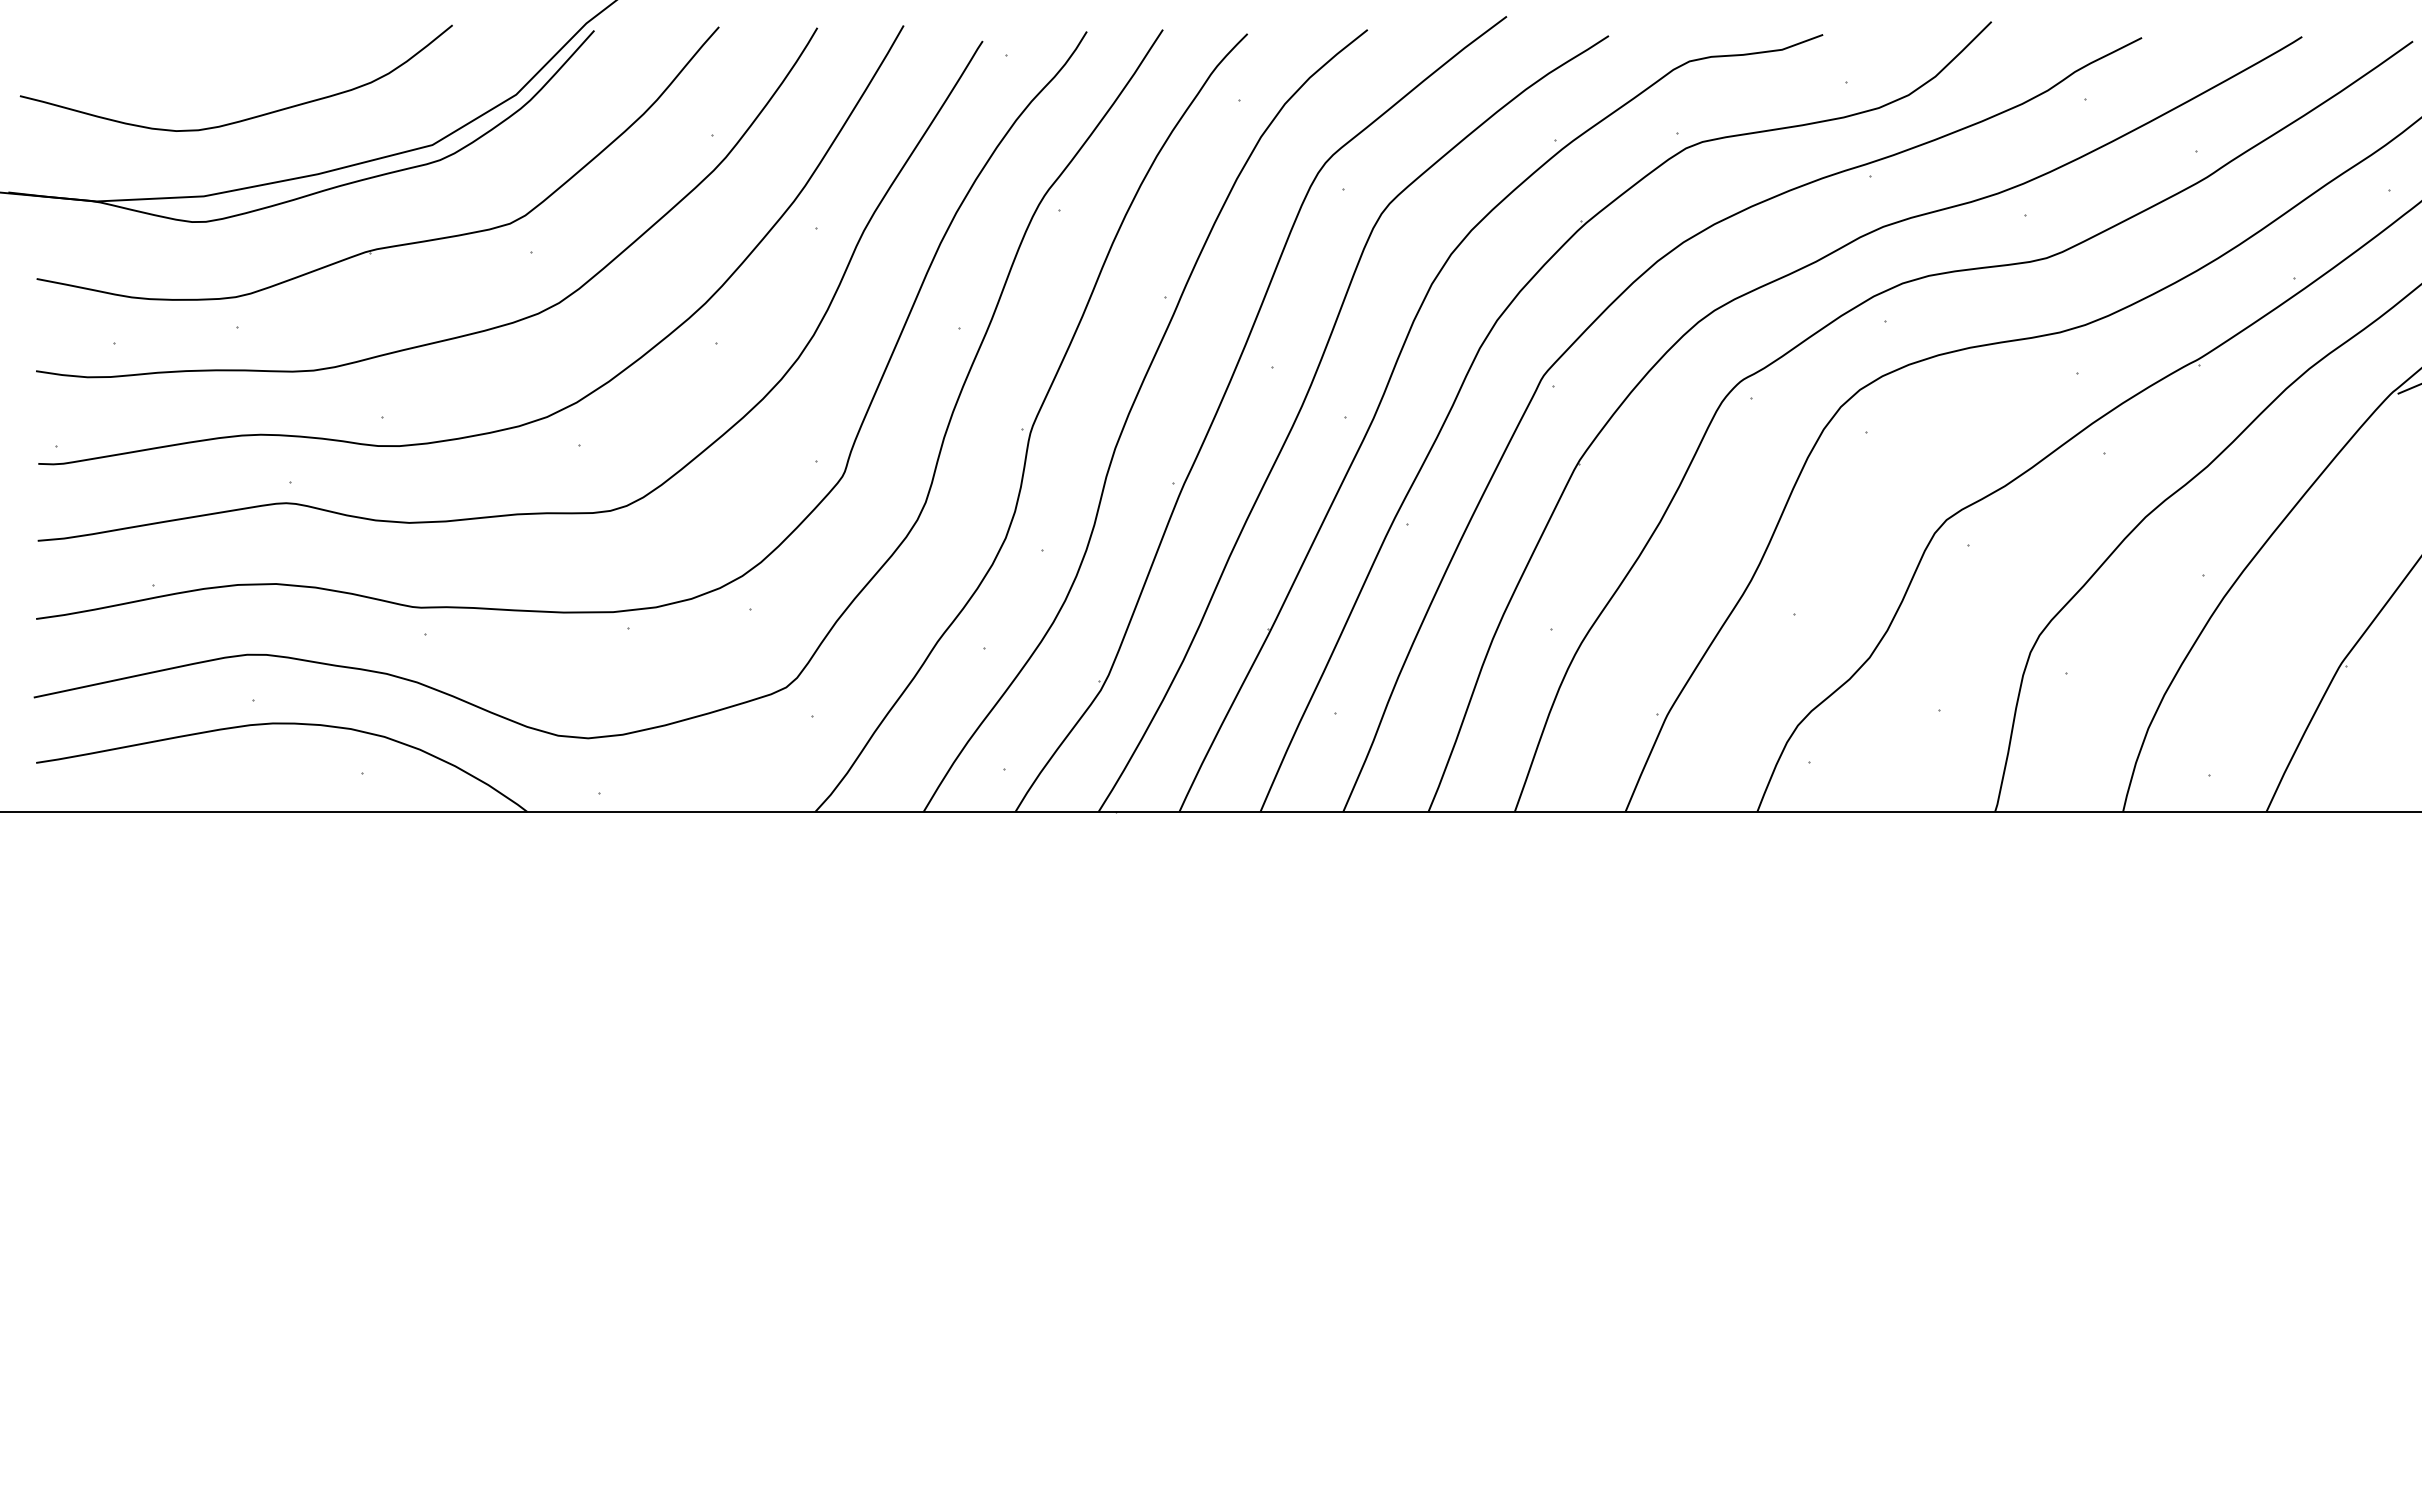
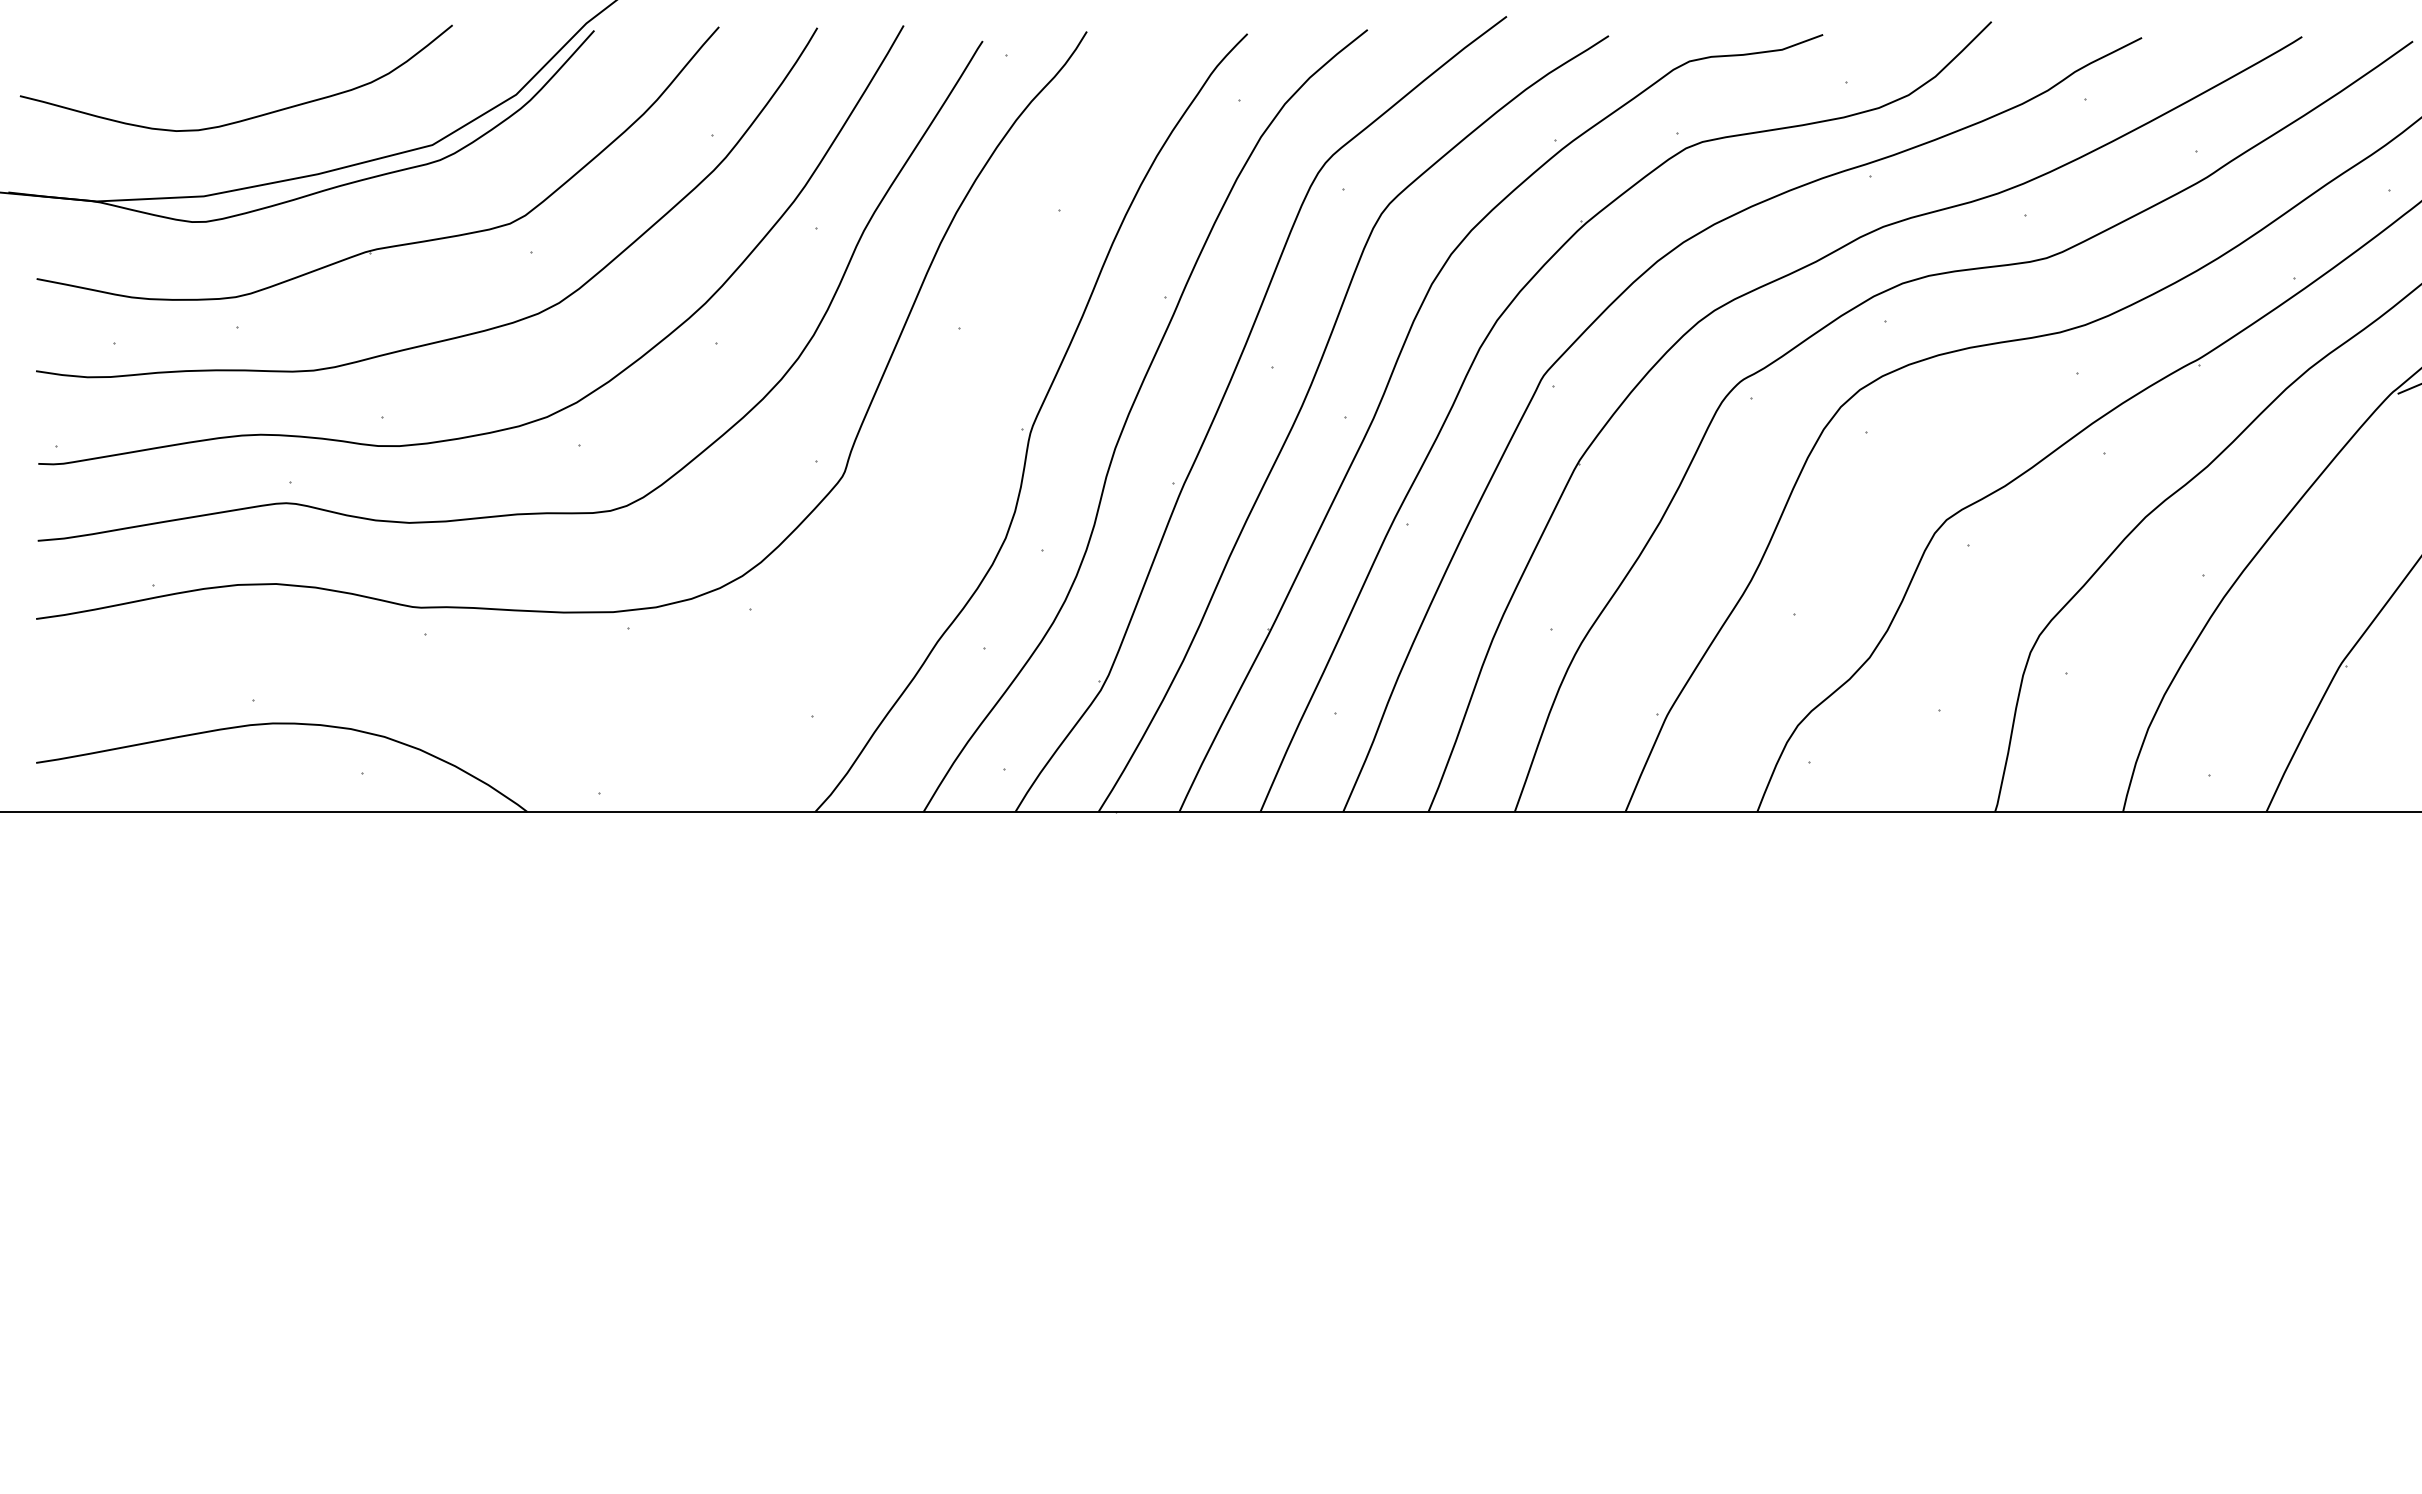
curve at (853, 598): present -> none
